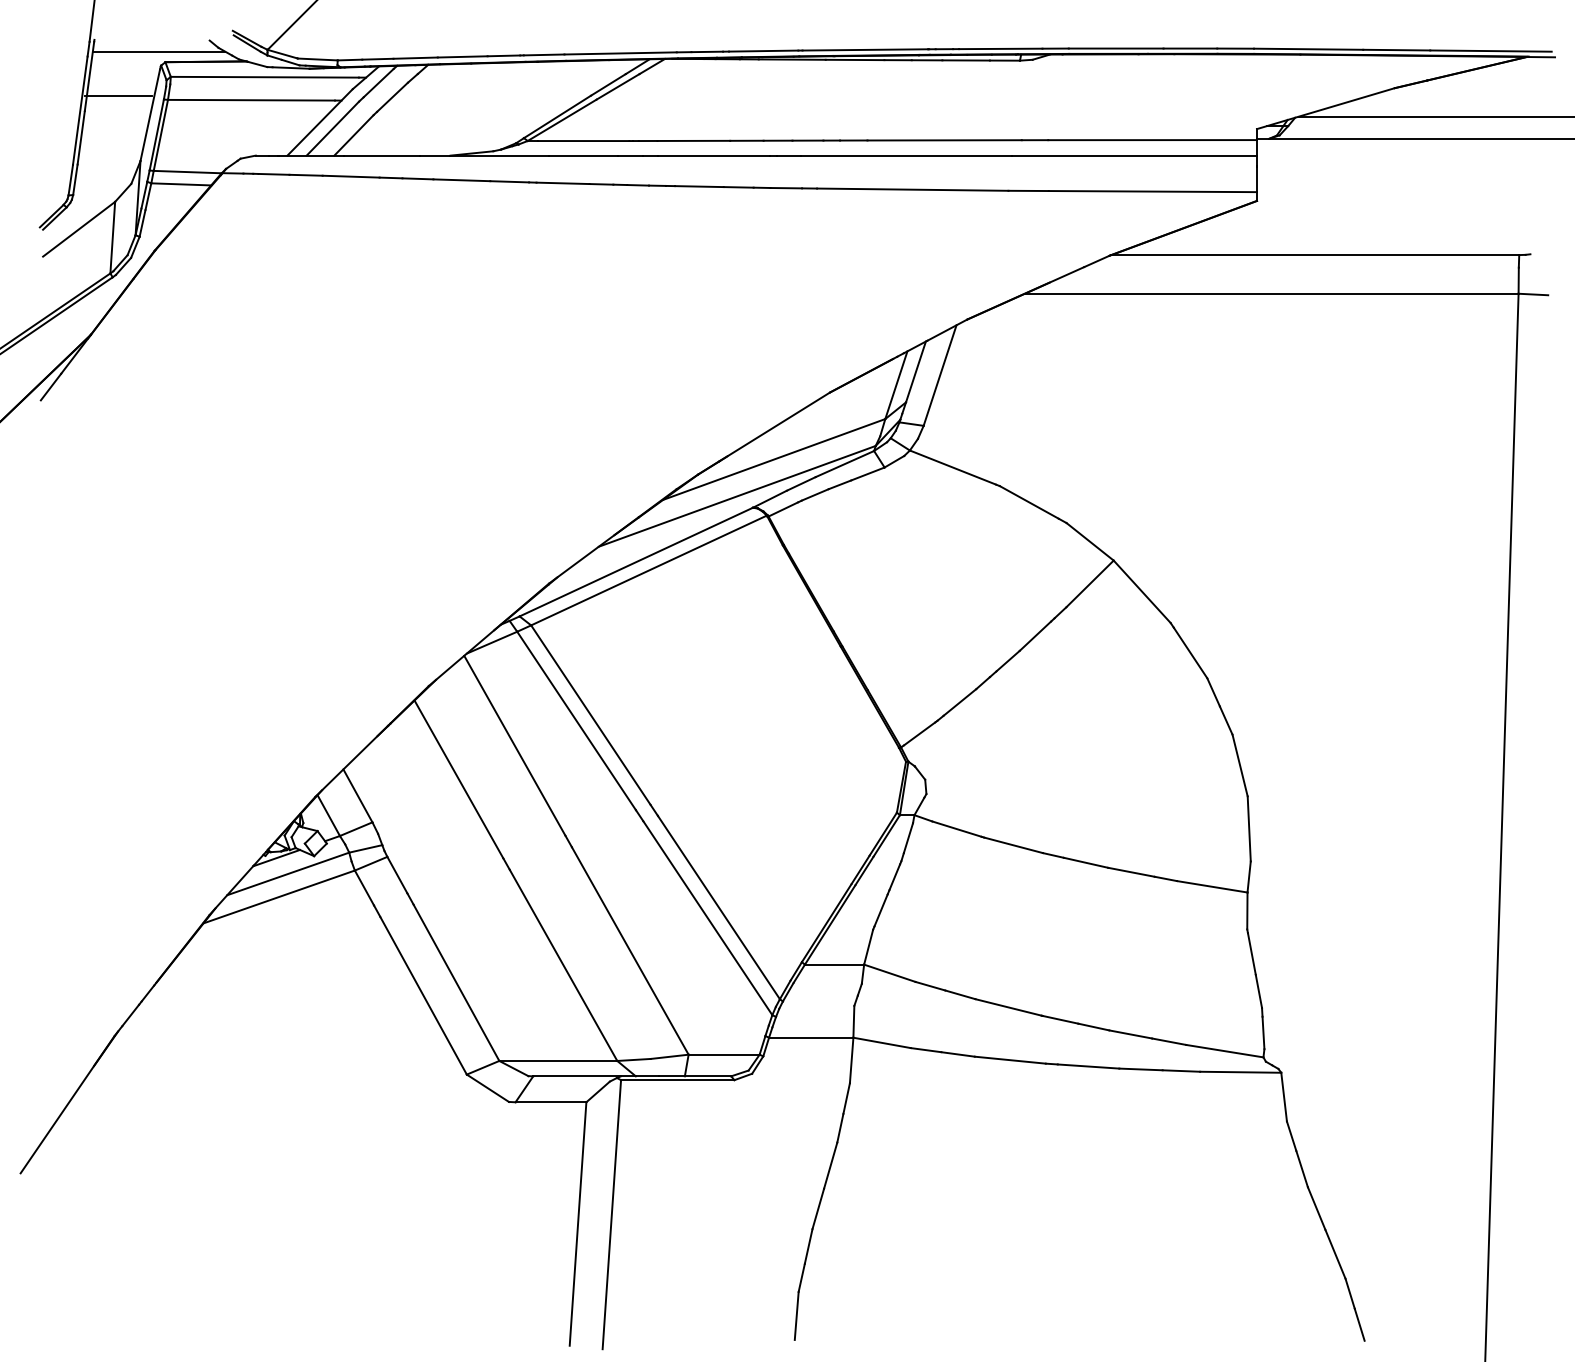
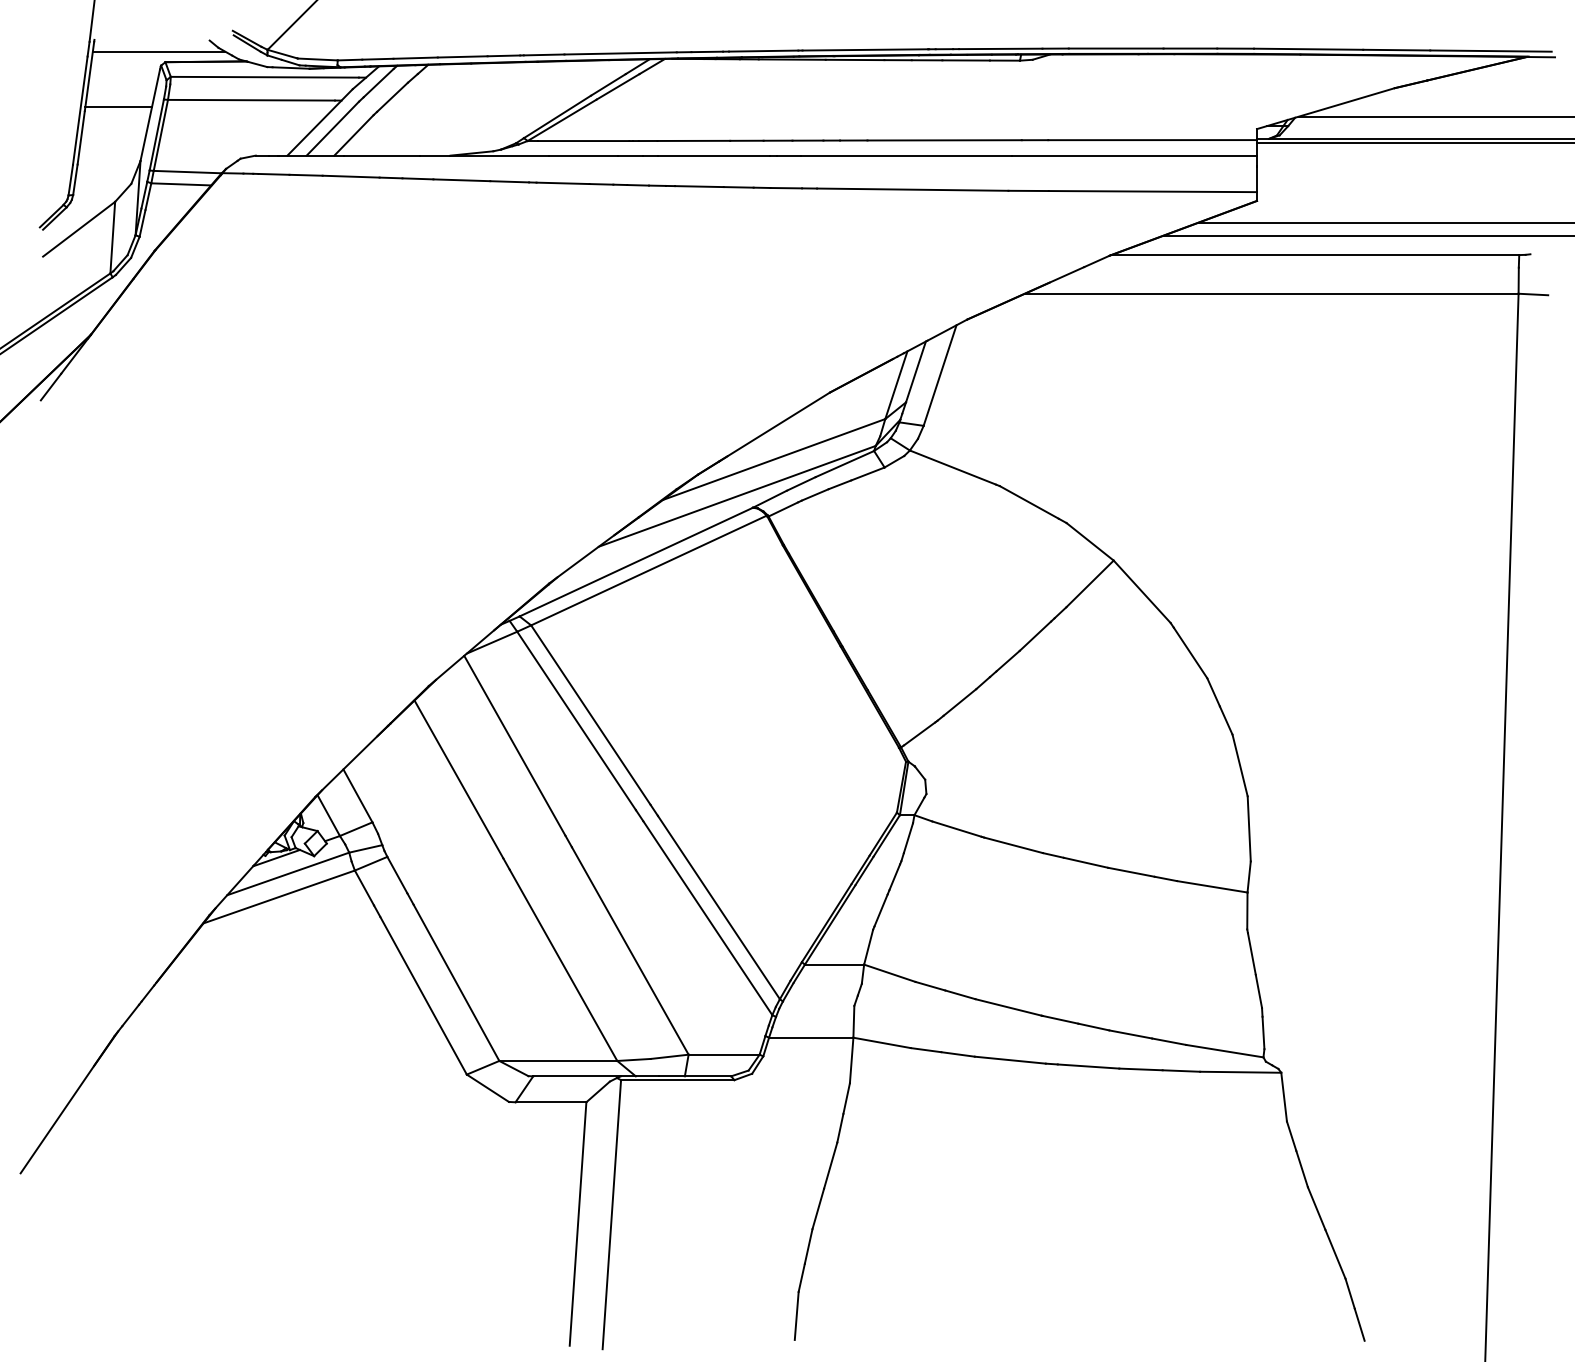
line at (118, 95) position: (118, 95) -> (118, 106)
line at (1414, 143): none -> present
line at (1384, 222): none -> present
line at (1366, 235): none -> present
